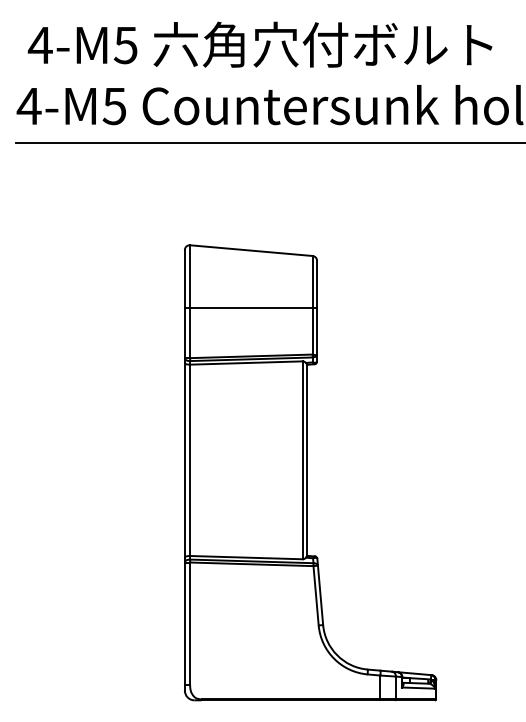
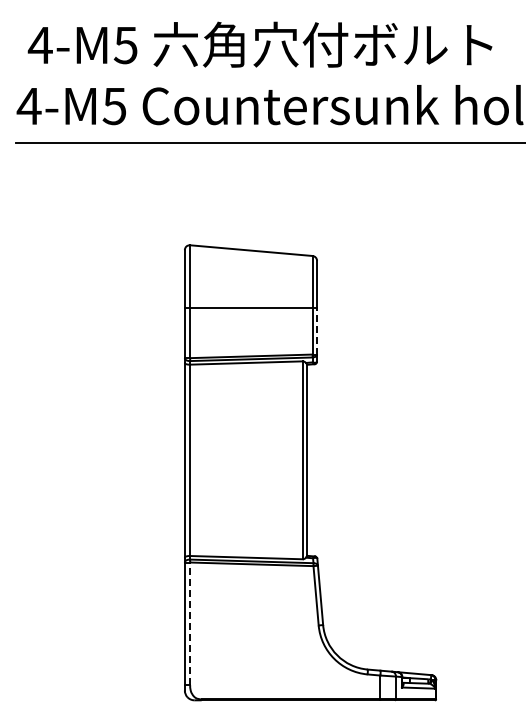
line at (317, 331): solid -> dashed
line at (190, 623): solid -> dashed
